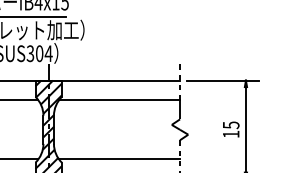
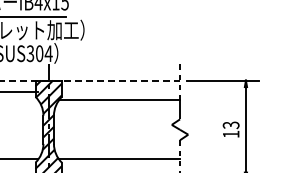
line at (90, 80): solid -> dashed
line at (20, 100) position: (20, 100) -> (20, 92)
text at (230, 124): 15 -> 13
